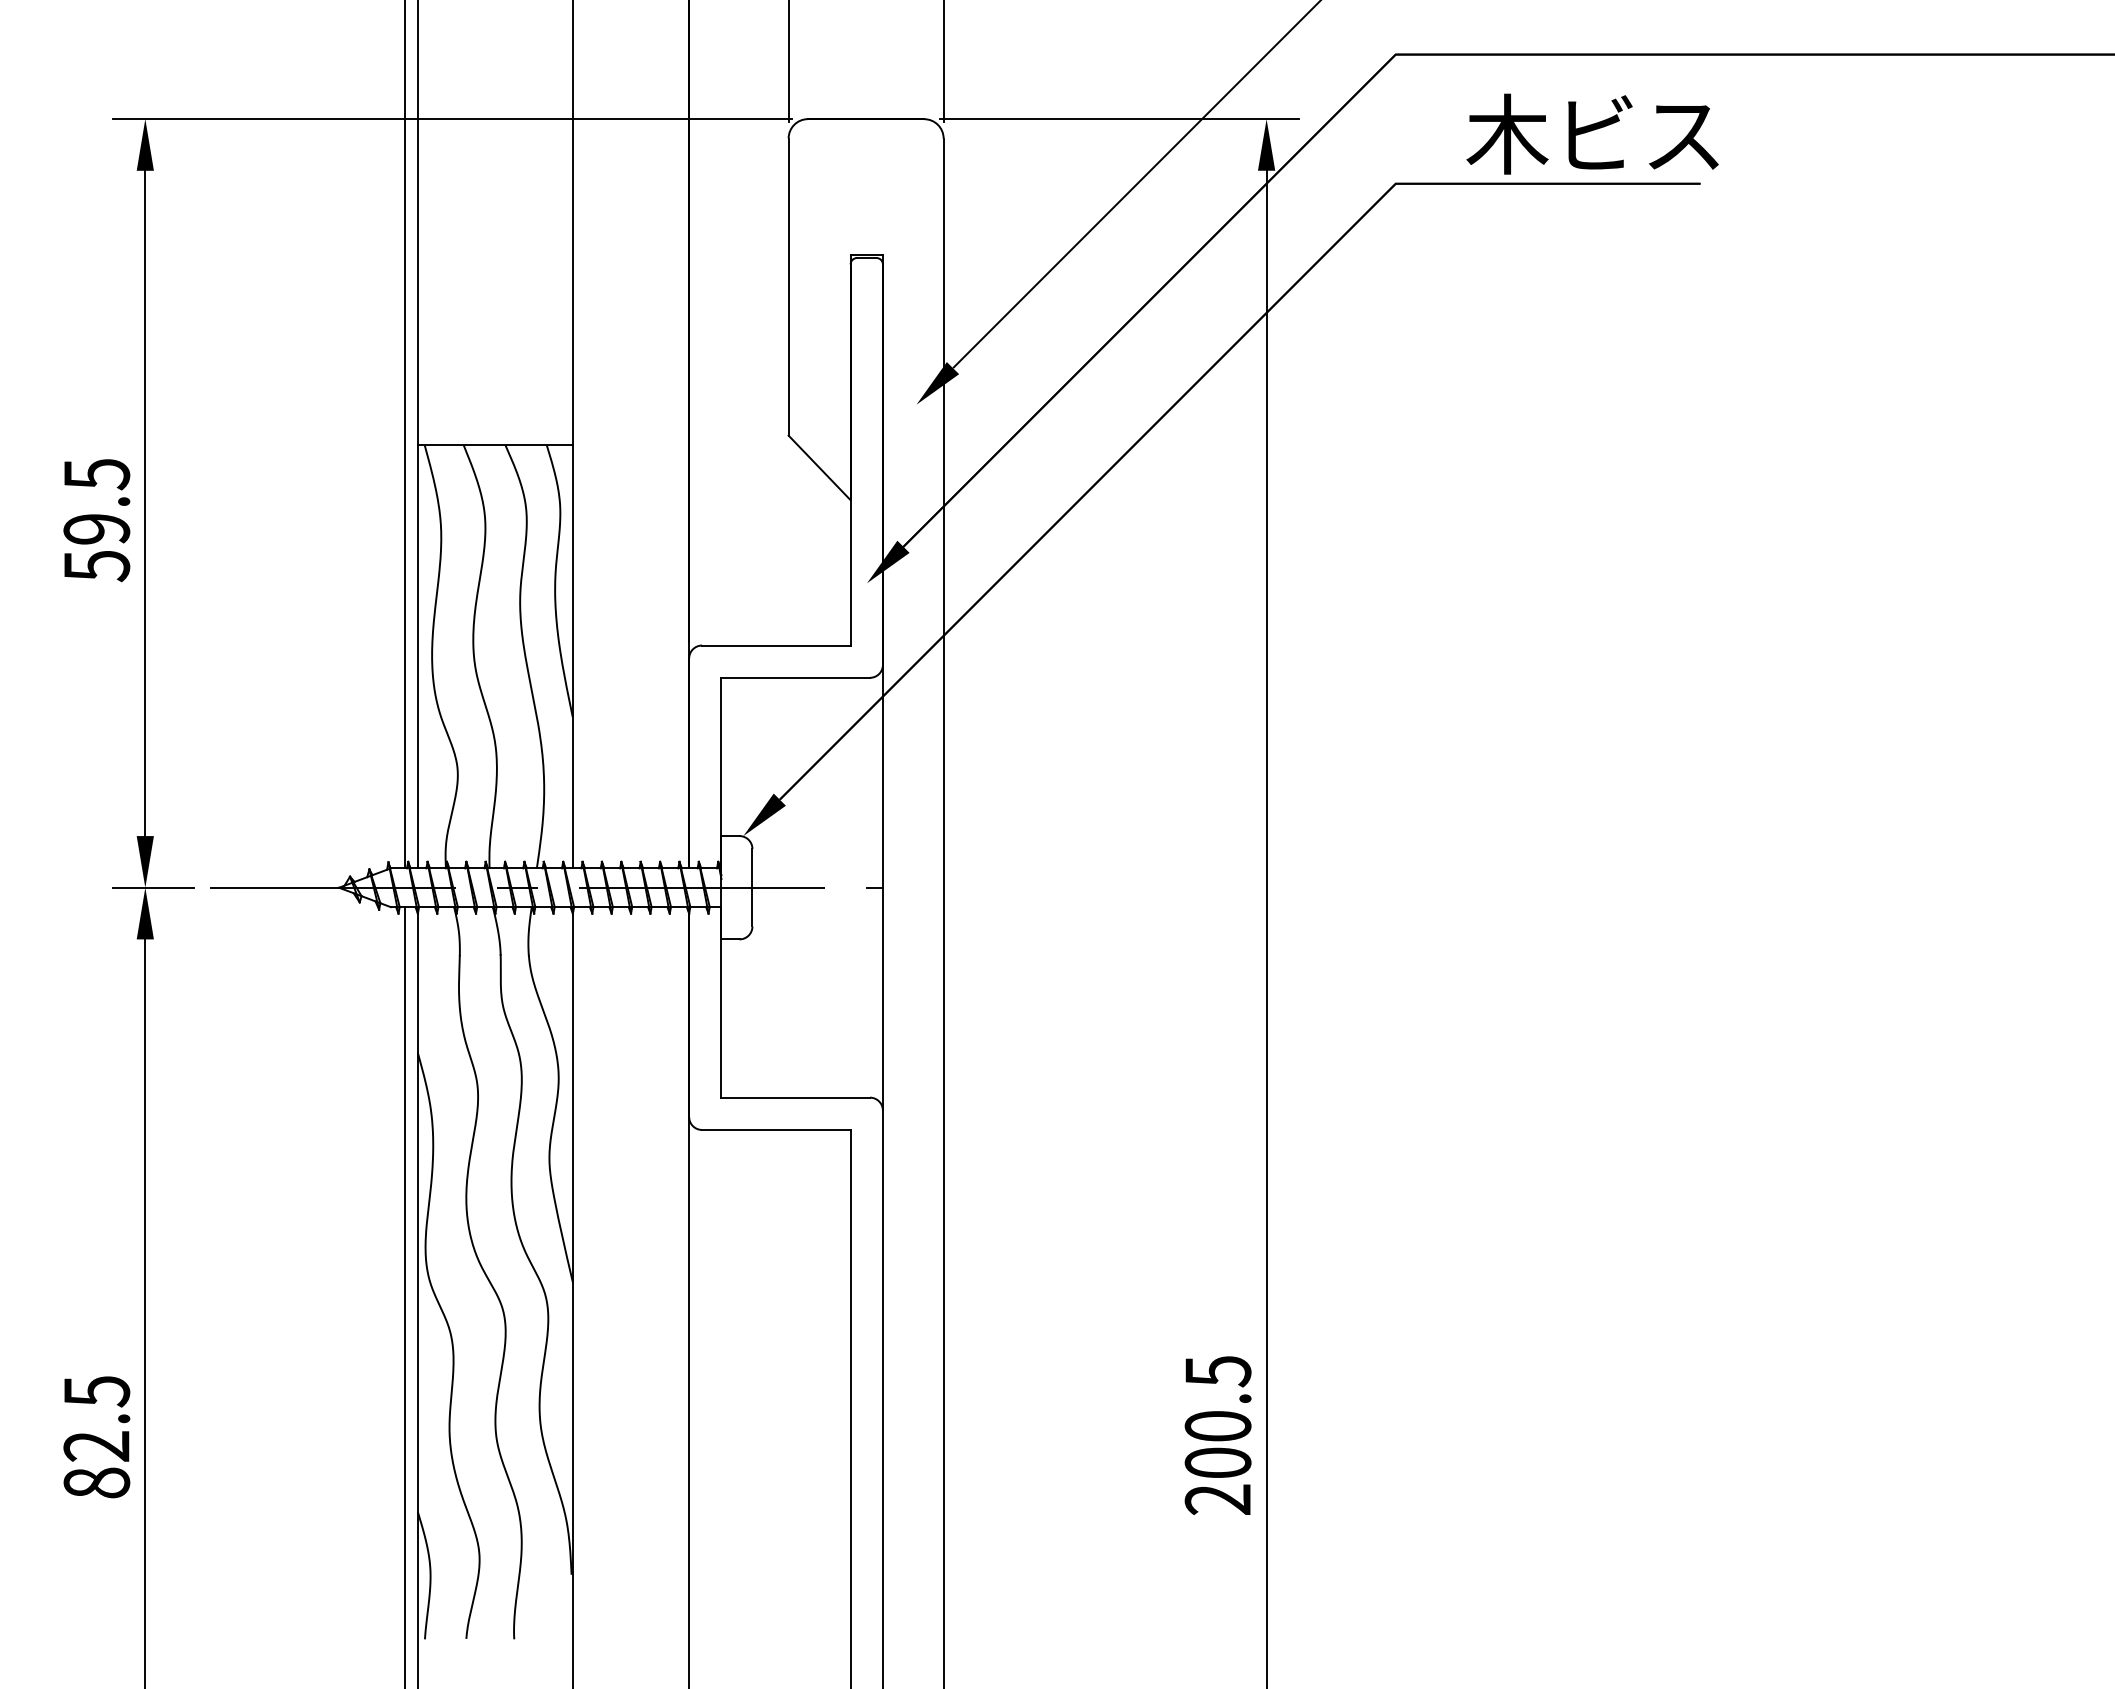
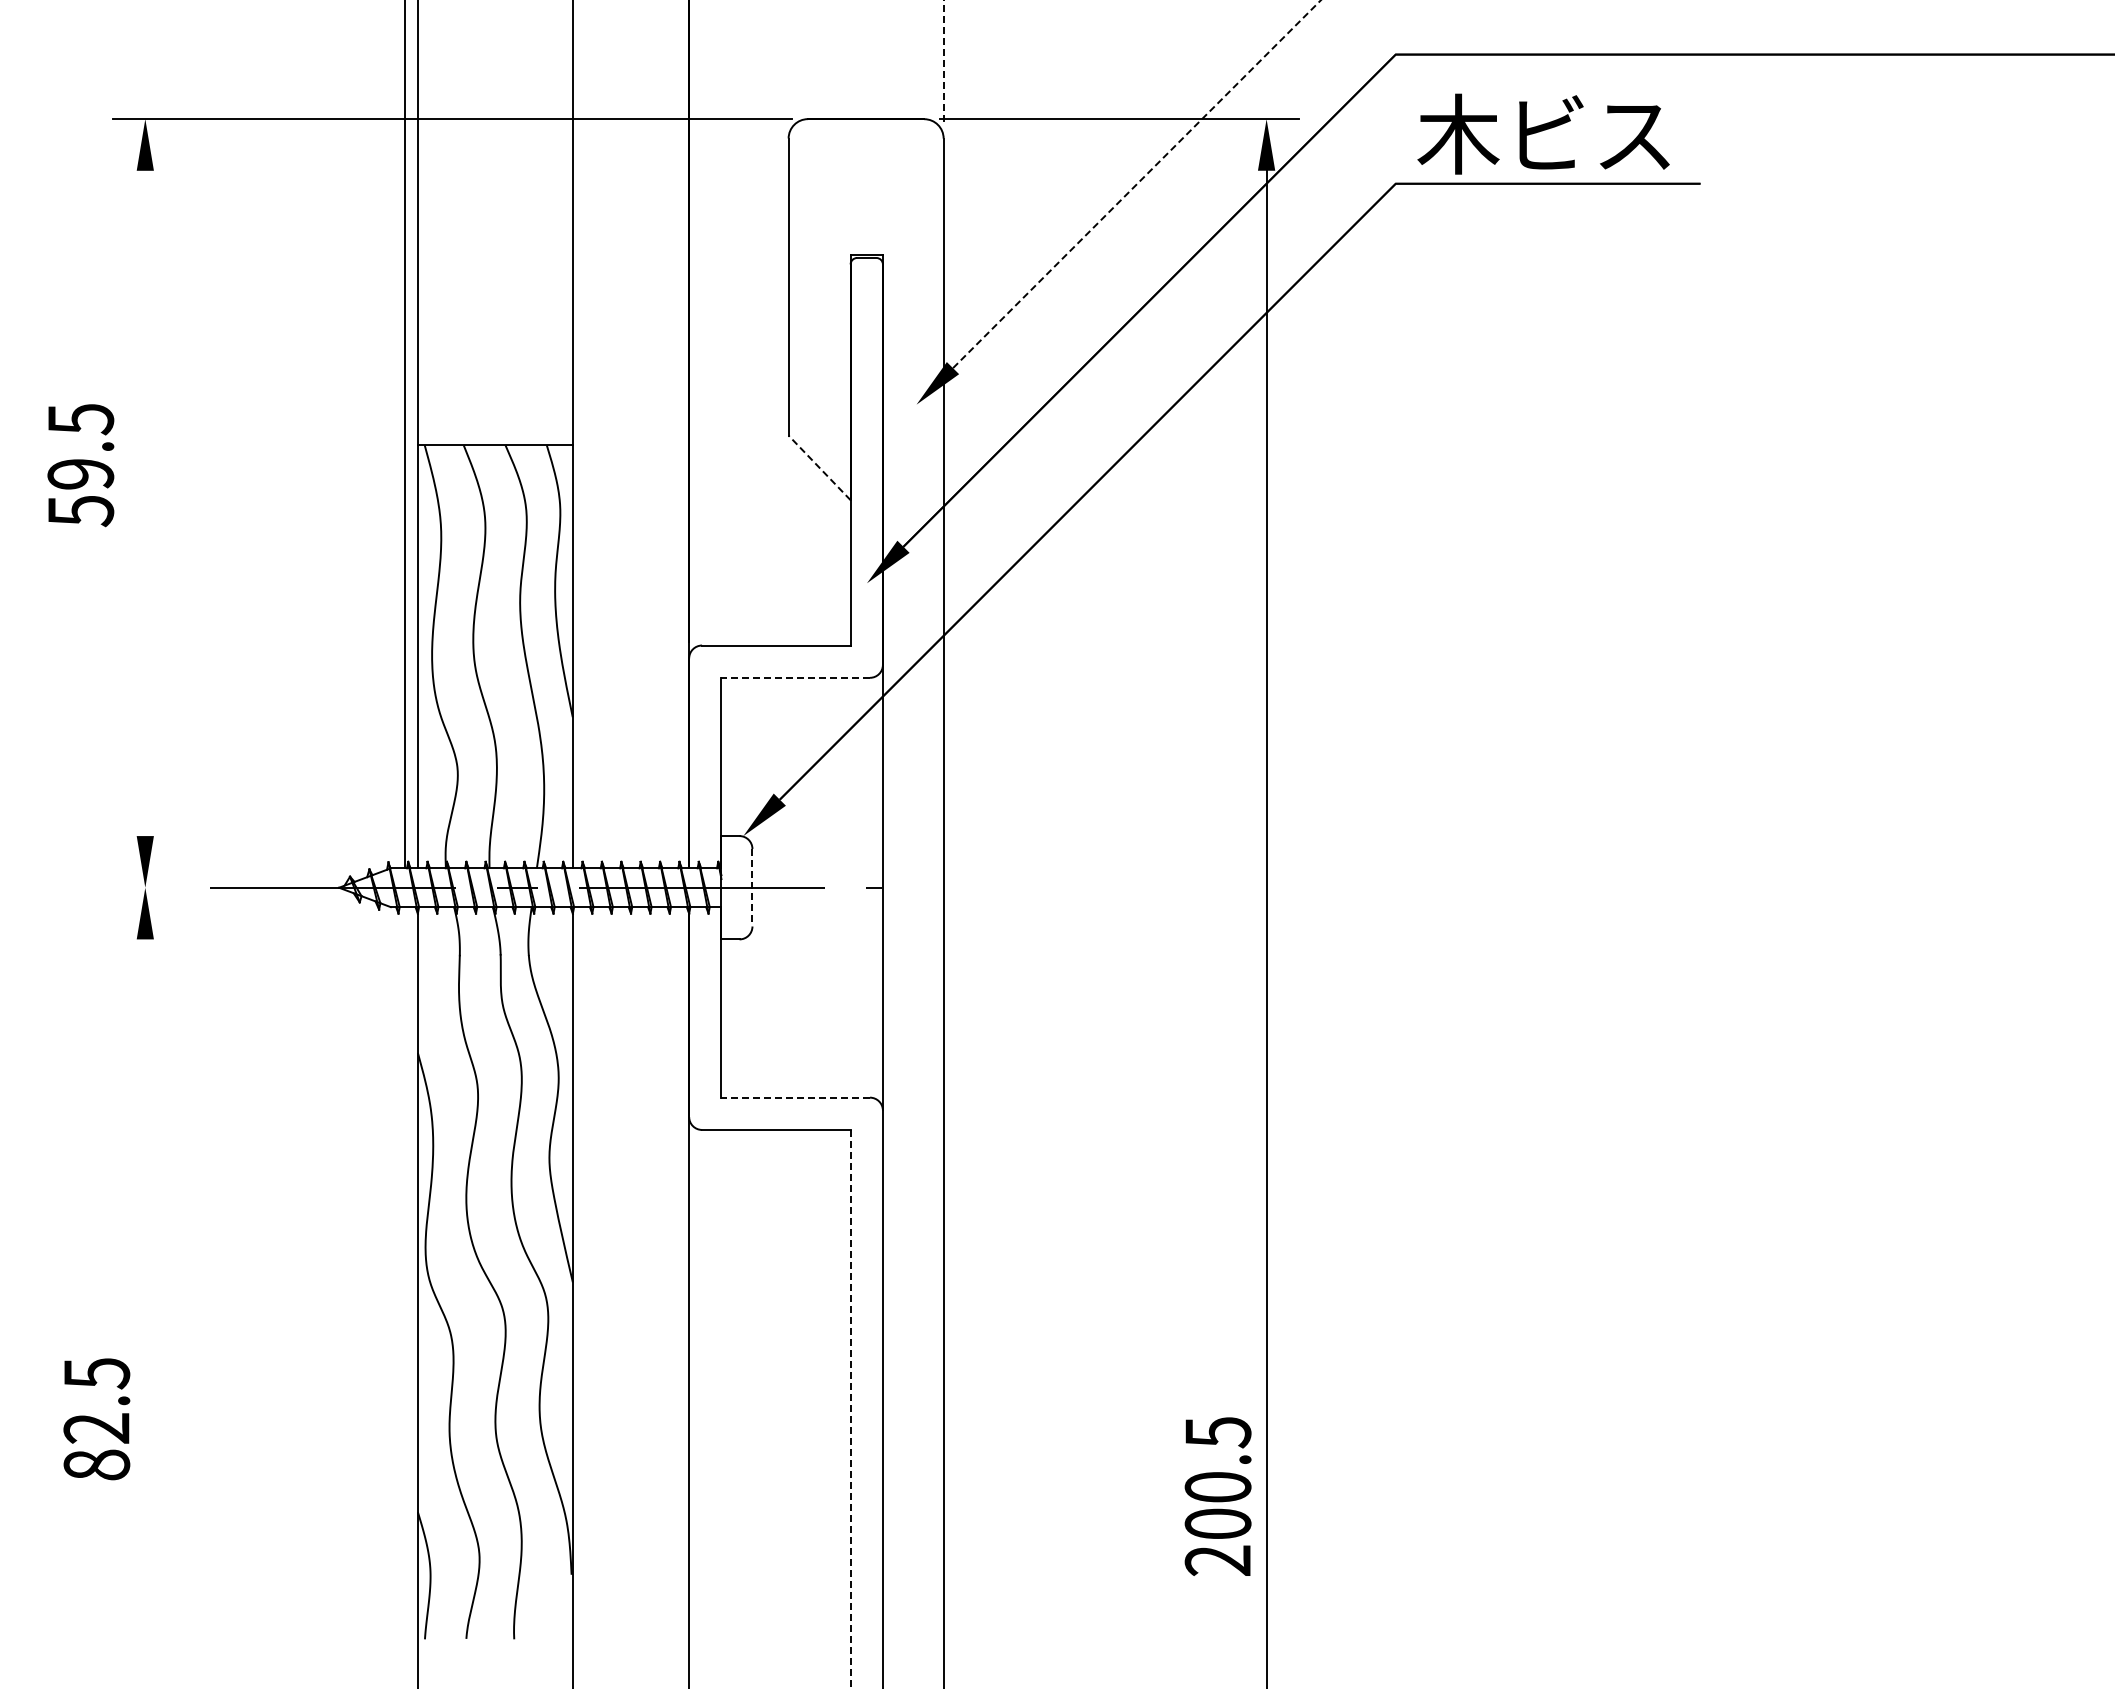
line at (943, 61): solid -> dashed
line at (788, 62): present -> none
text at (1592, 133) position: (1592, 133) -> (1543, 133)
line at (1137, 183): solid -> dashed
line at (819, 467): solid -> dashed
line at (145, 503): present -> none
text at (96, 520) position: (96, 520) -> (80, 465)
line at (795, 677): solid -> dashed
line at (153, 887): present -> none
line at (752, 887): solid -> dashed
line at (795, 1097): solid -> dashed
line at (404, 1296): present -> none
line at (145, 1312): present -> none
line at (850, 1409): solid -> dashed
text at (1217, 1435) position: (1217, 1435) -> (1217, 1496)
text at (96, 1437) position: (96, 1437) -> (96, 1419)
